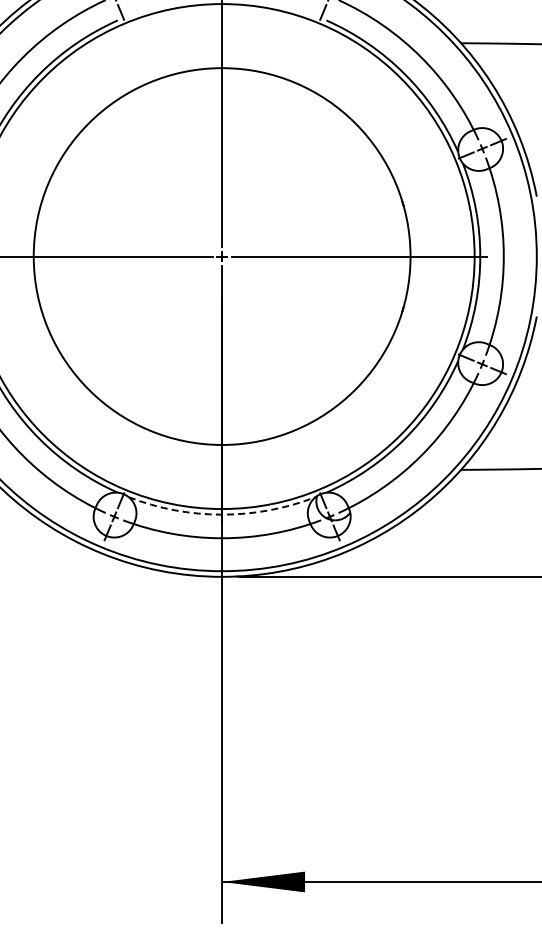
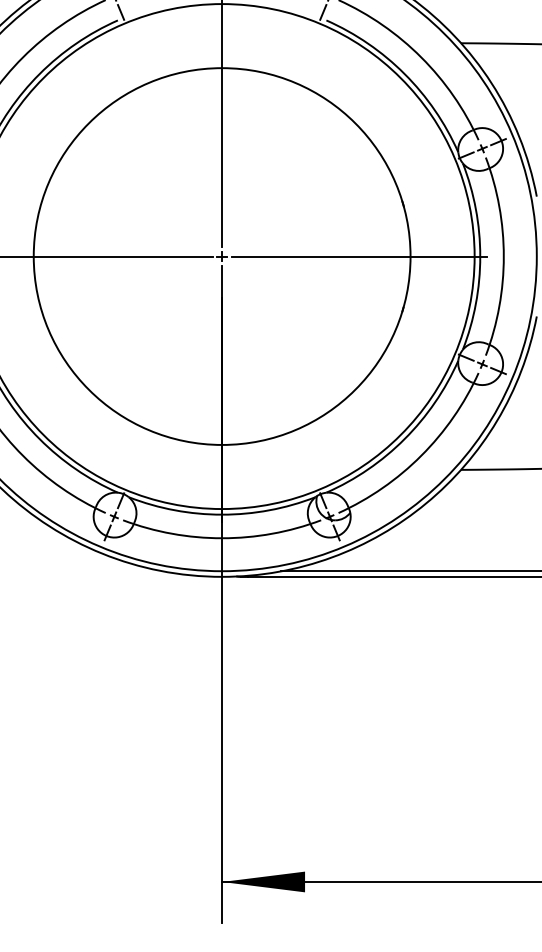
arc at (222, 514): dashed -> solid
line at (409, 571): none -> present
